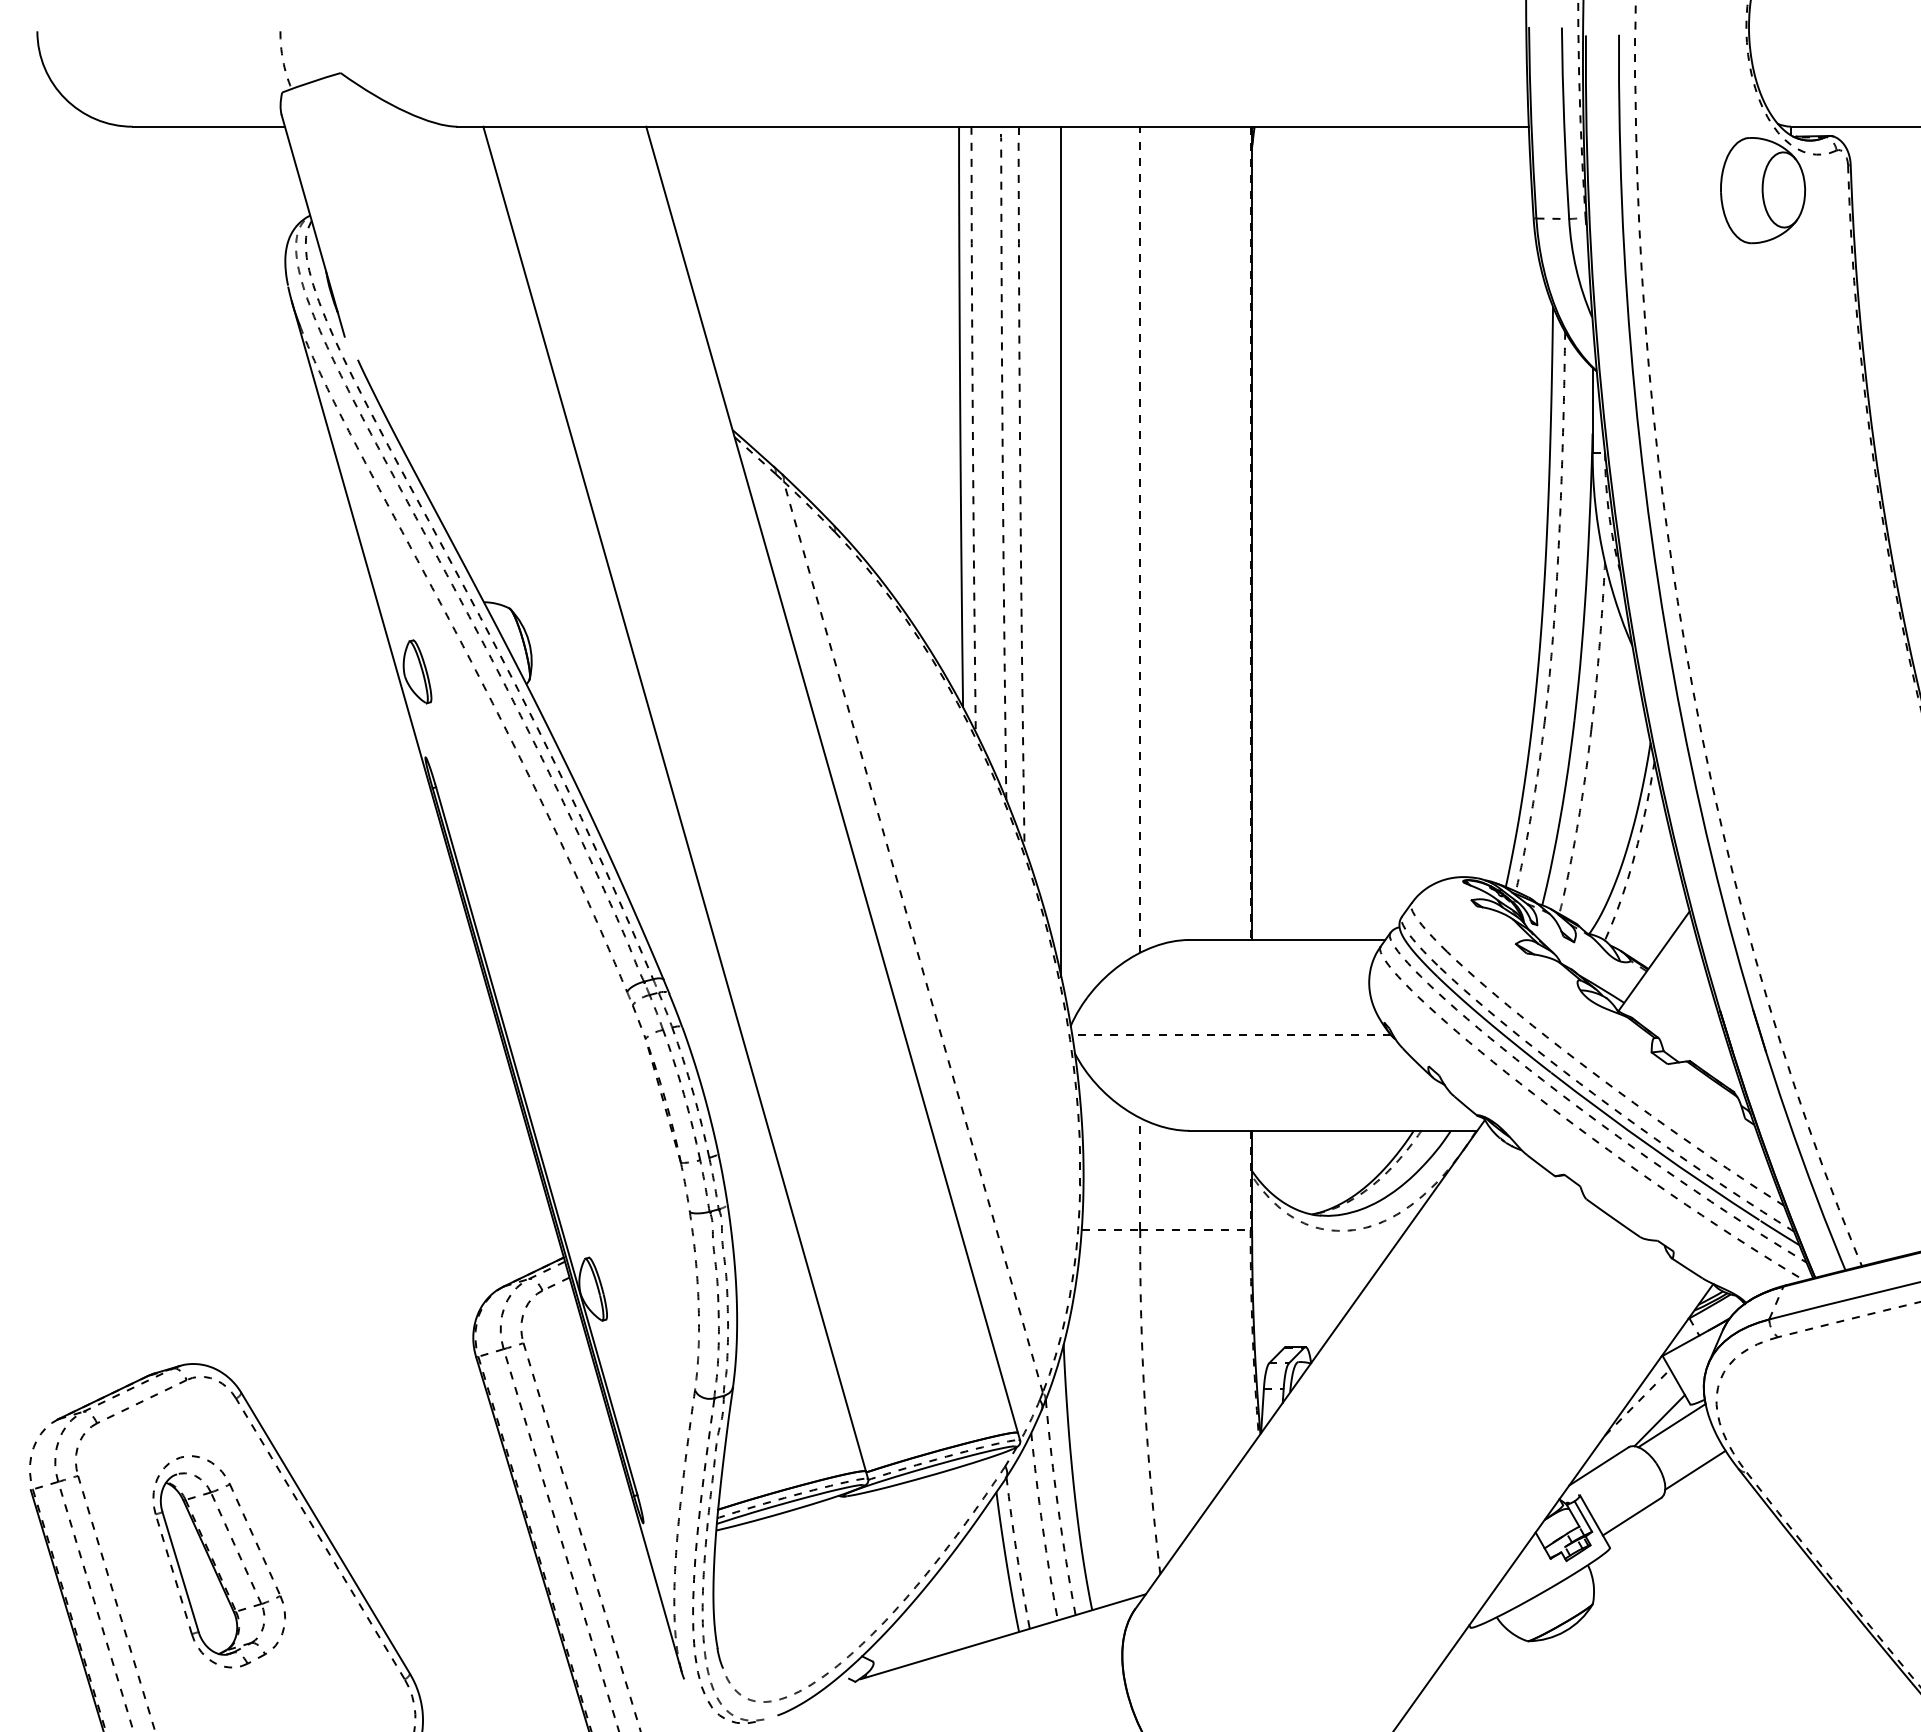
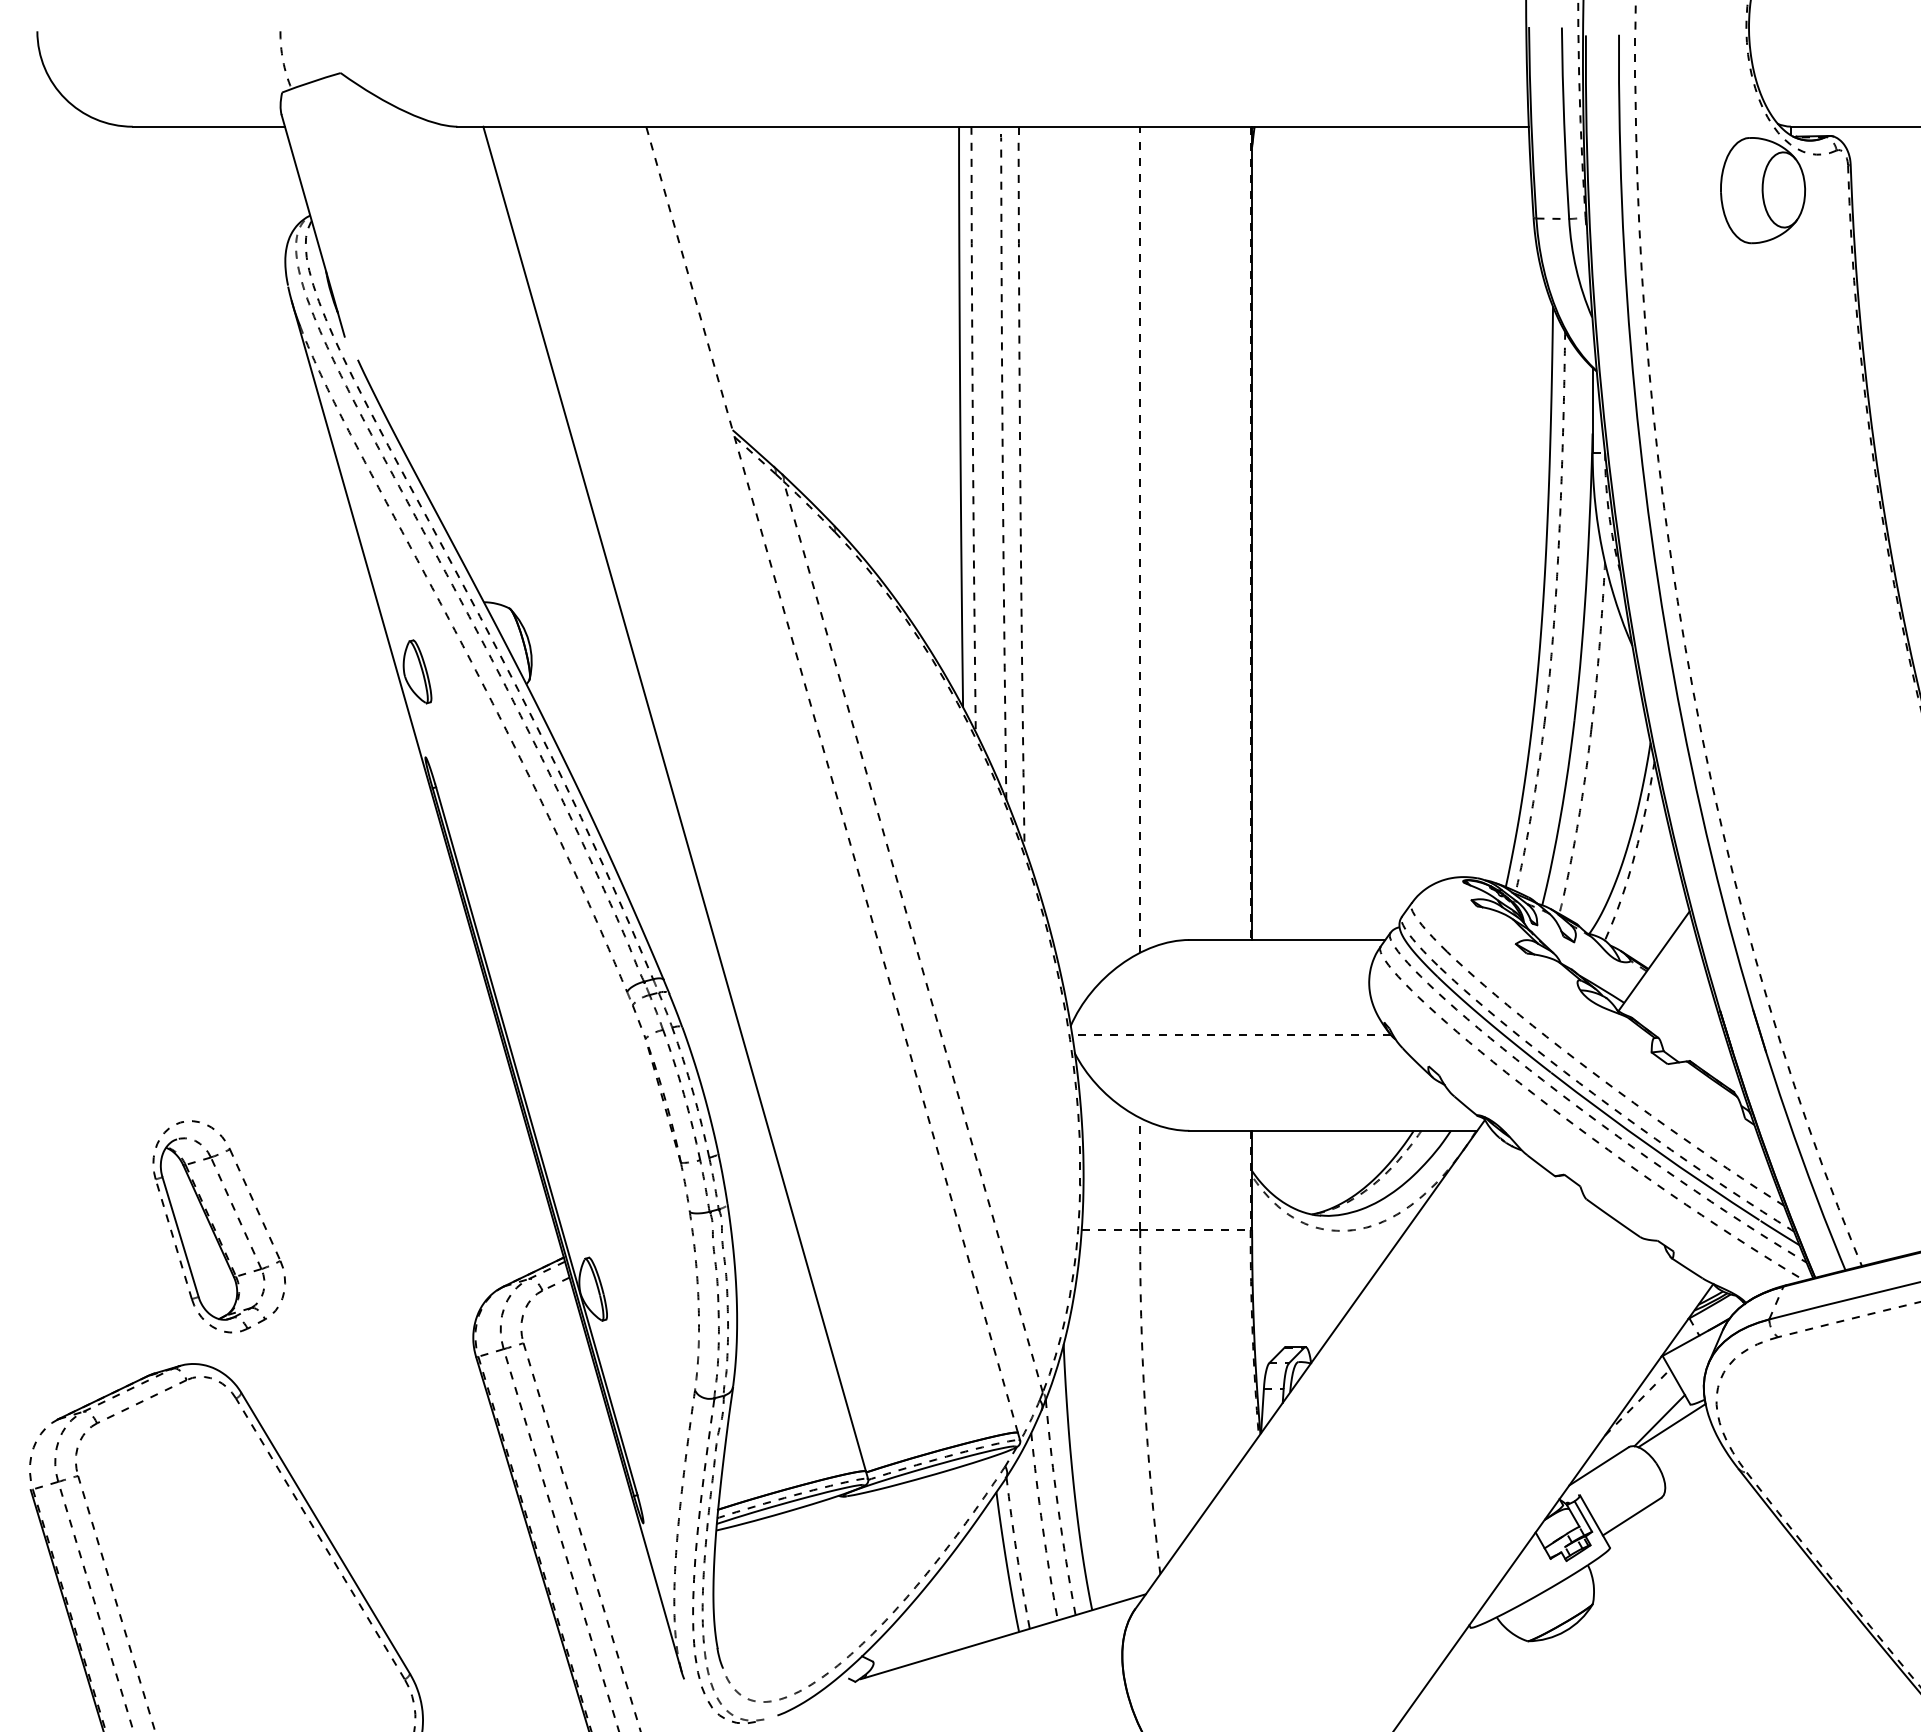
line at (1061, 551): present -> none
line at (832, 779): solid -> dashed
line at (1695, 1469): present -> none
part at (219, 1561) position: (219, 1561) -> (219, 1226)
